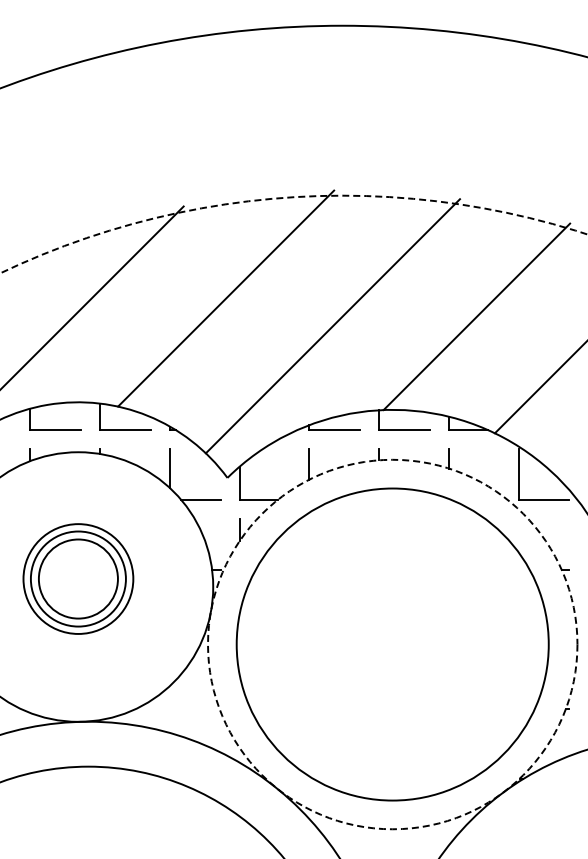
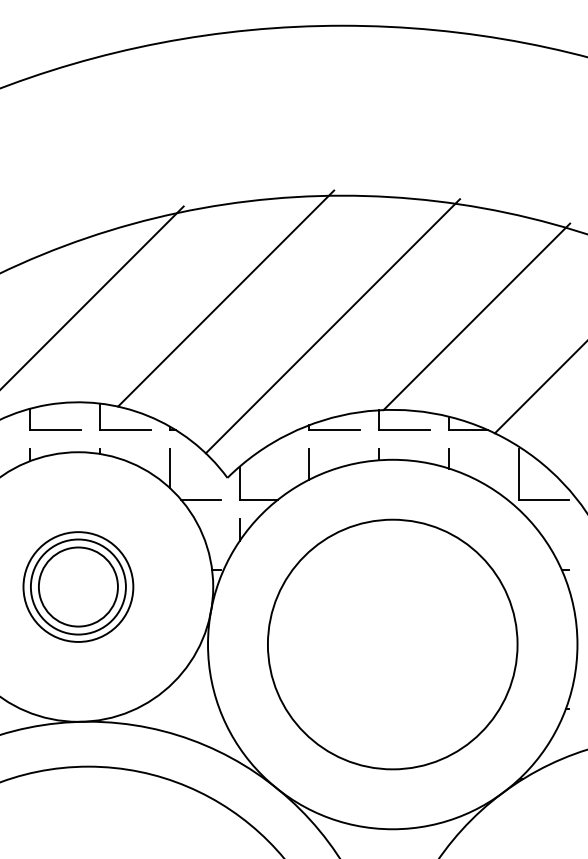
arc at (290, 197): dashed -> solid
part at (78, 578) position: (78, 578) -> (78, 586)
circle at (392, 644) diameter: 312 px -> 250 px
circle at (392, 644): dashed -> solid
